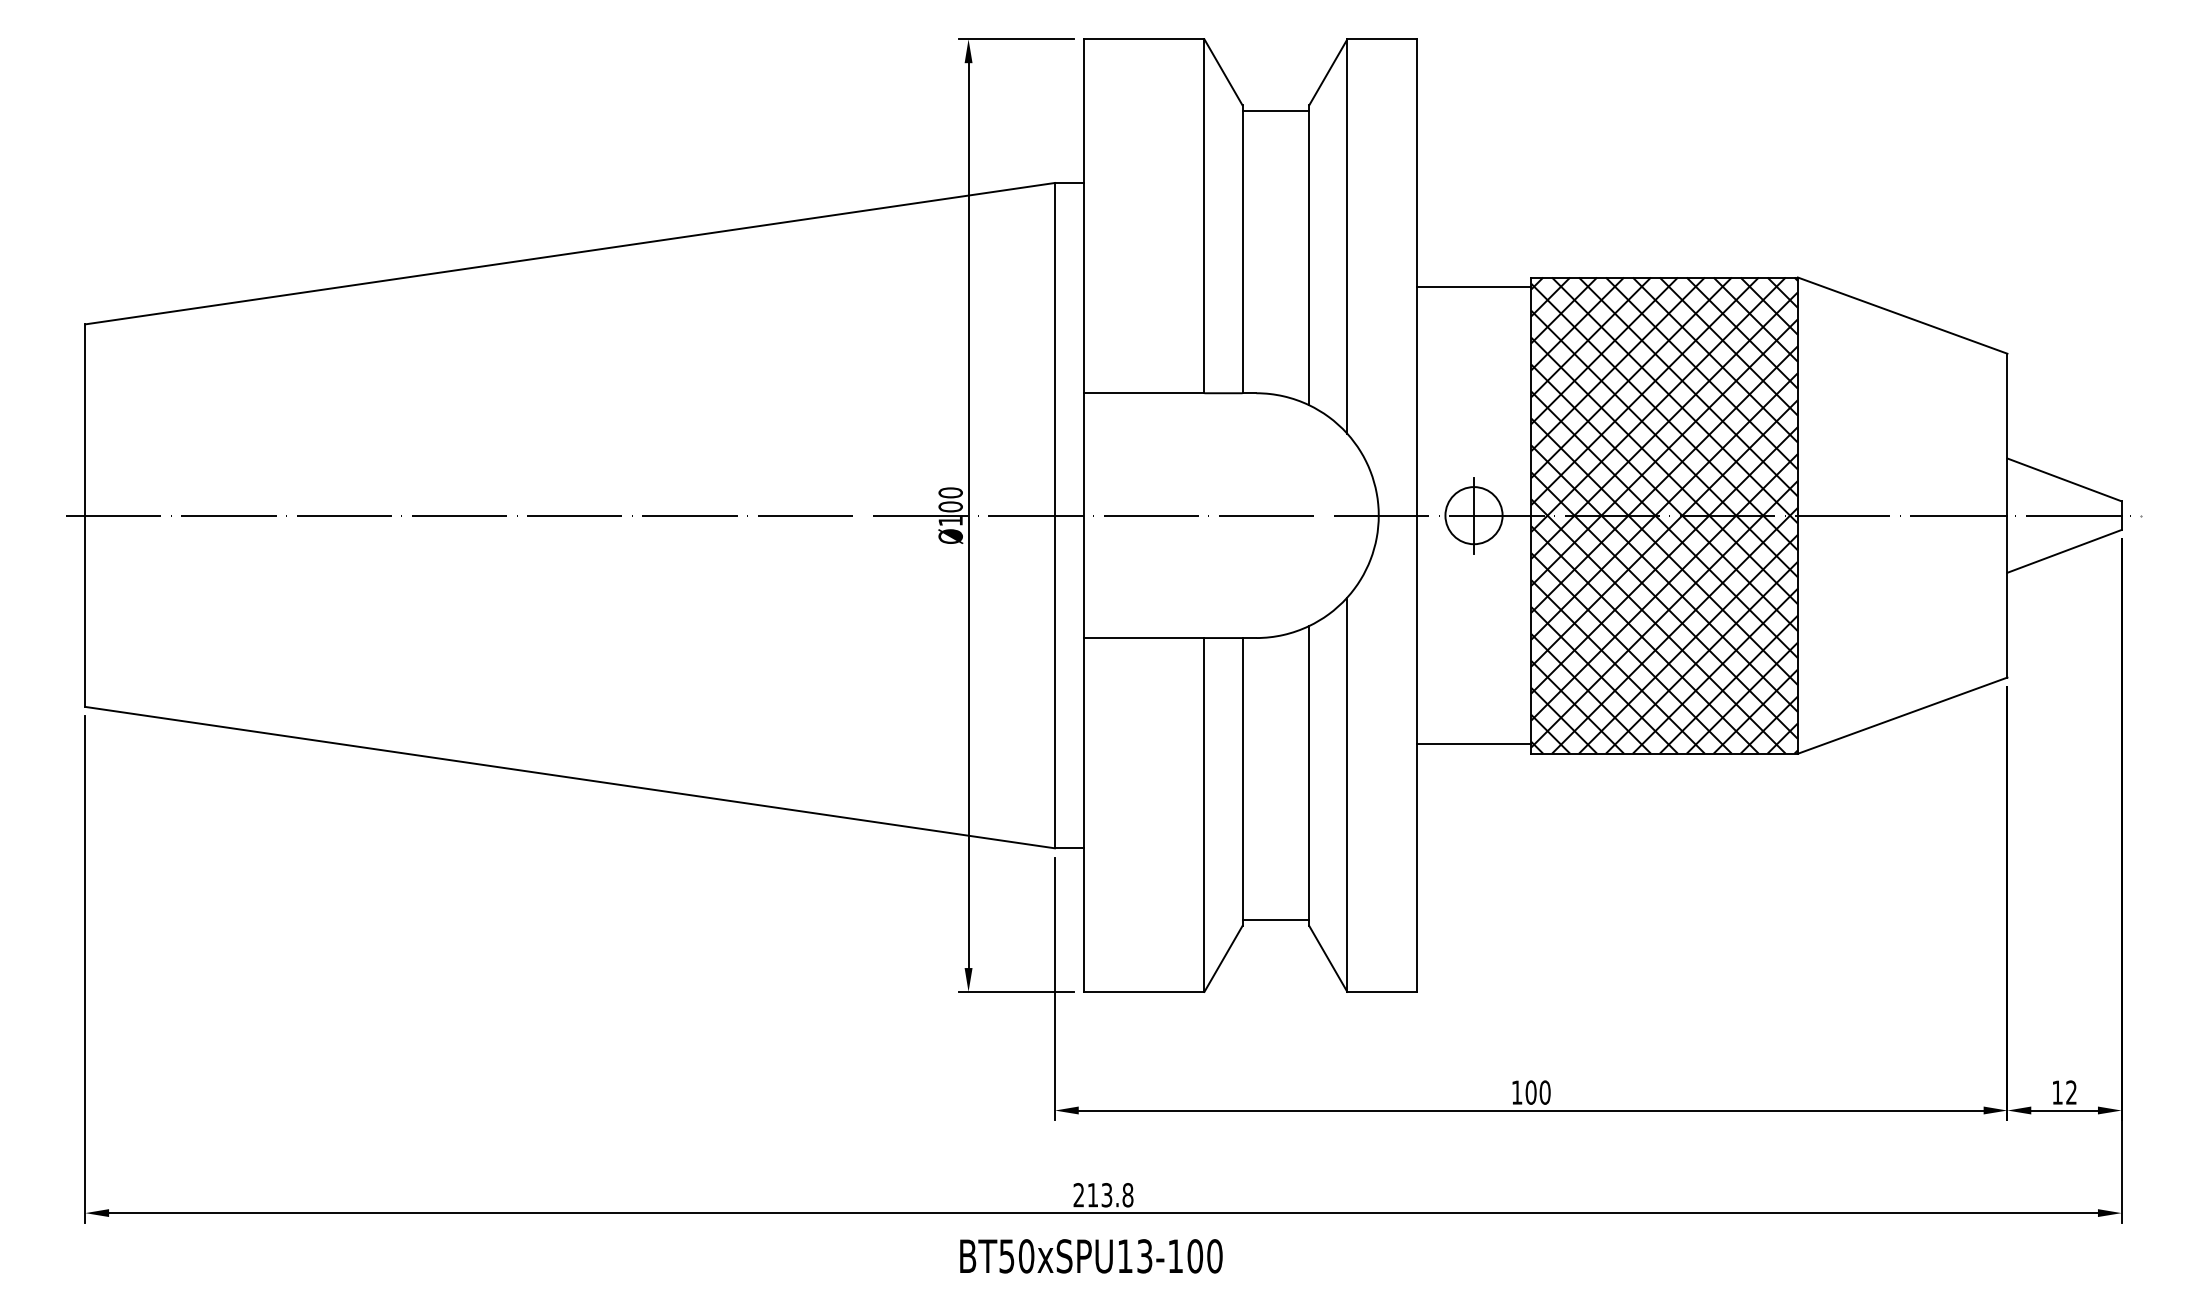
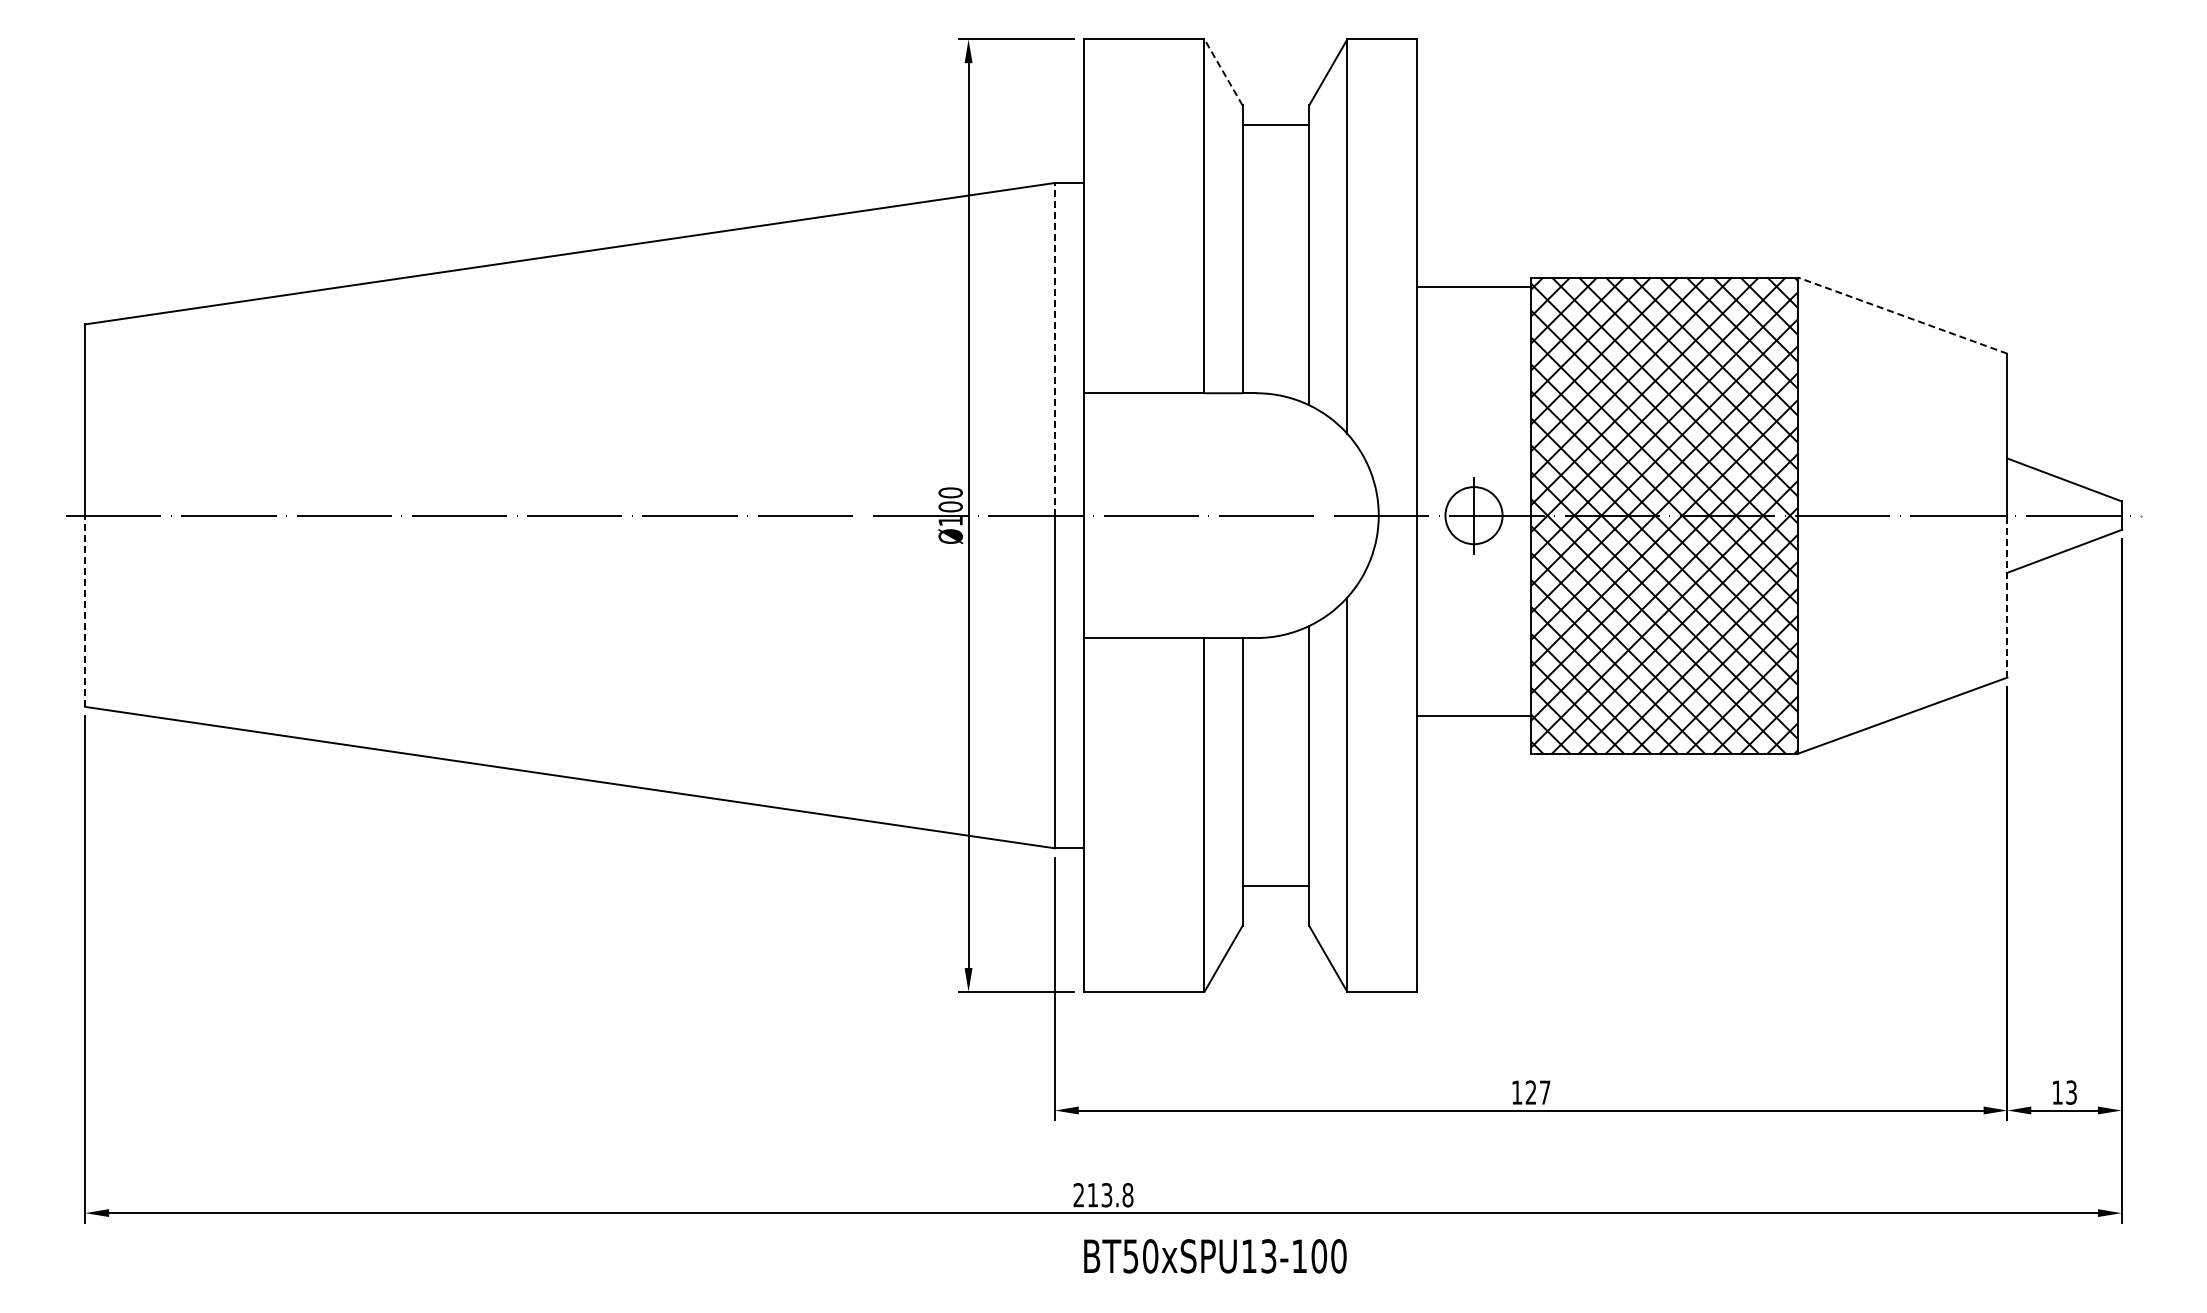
line at (1223, 71): solid -> dashed
line at (1275, 110) position: (1275, 110) -> (1275, 124)
line at (1902, 315): solid -> dashed
line at (1054, 348): solid -> dashed
line at (2007, 596): solid -> dashed
line at (85, 611): solid -> dashed
line at (1473, 744) position: (1473, 744) -> (1473, 716)
line at (1275, 920) position: (1275, 920) -> (1275, 886)
text at (1537, 1092): 100 -> 127
text at (2071, 1092): 12 -> 13
text at (1091, 1256) position: (1091, 1256) -> (1215, 1256)
